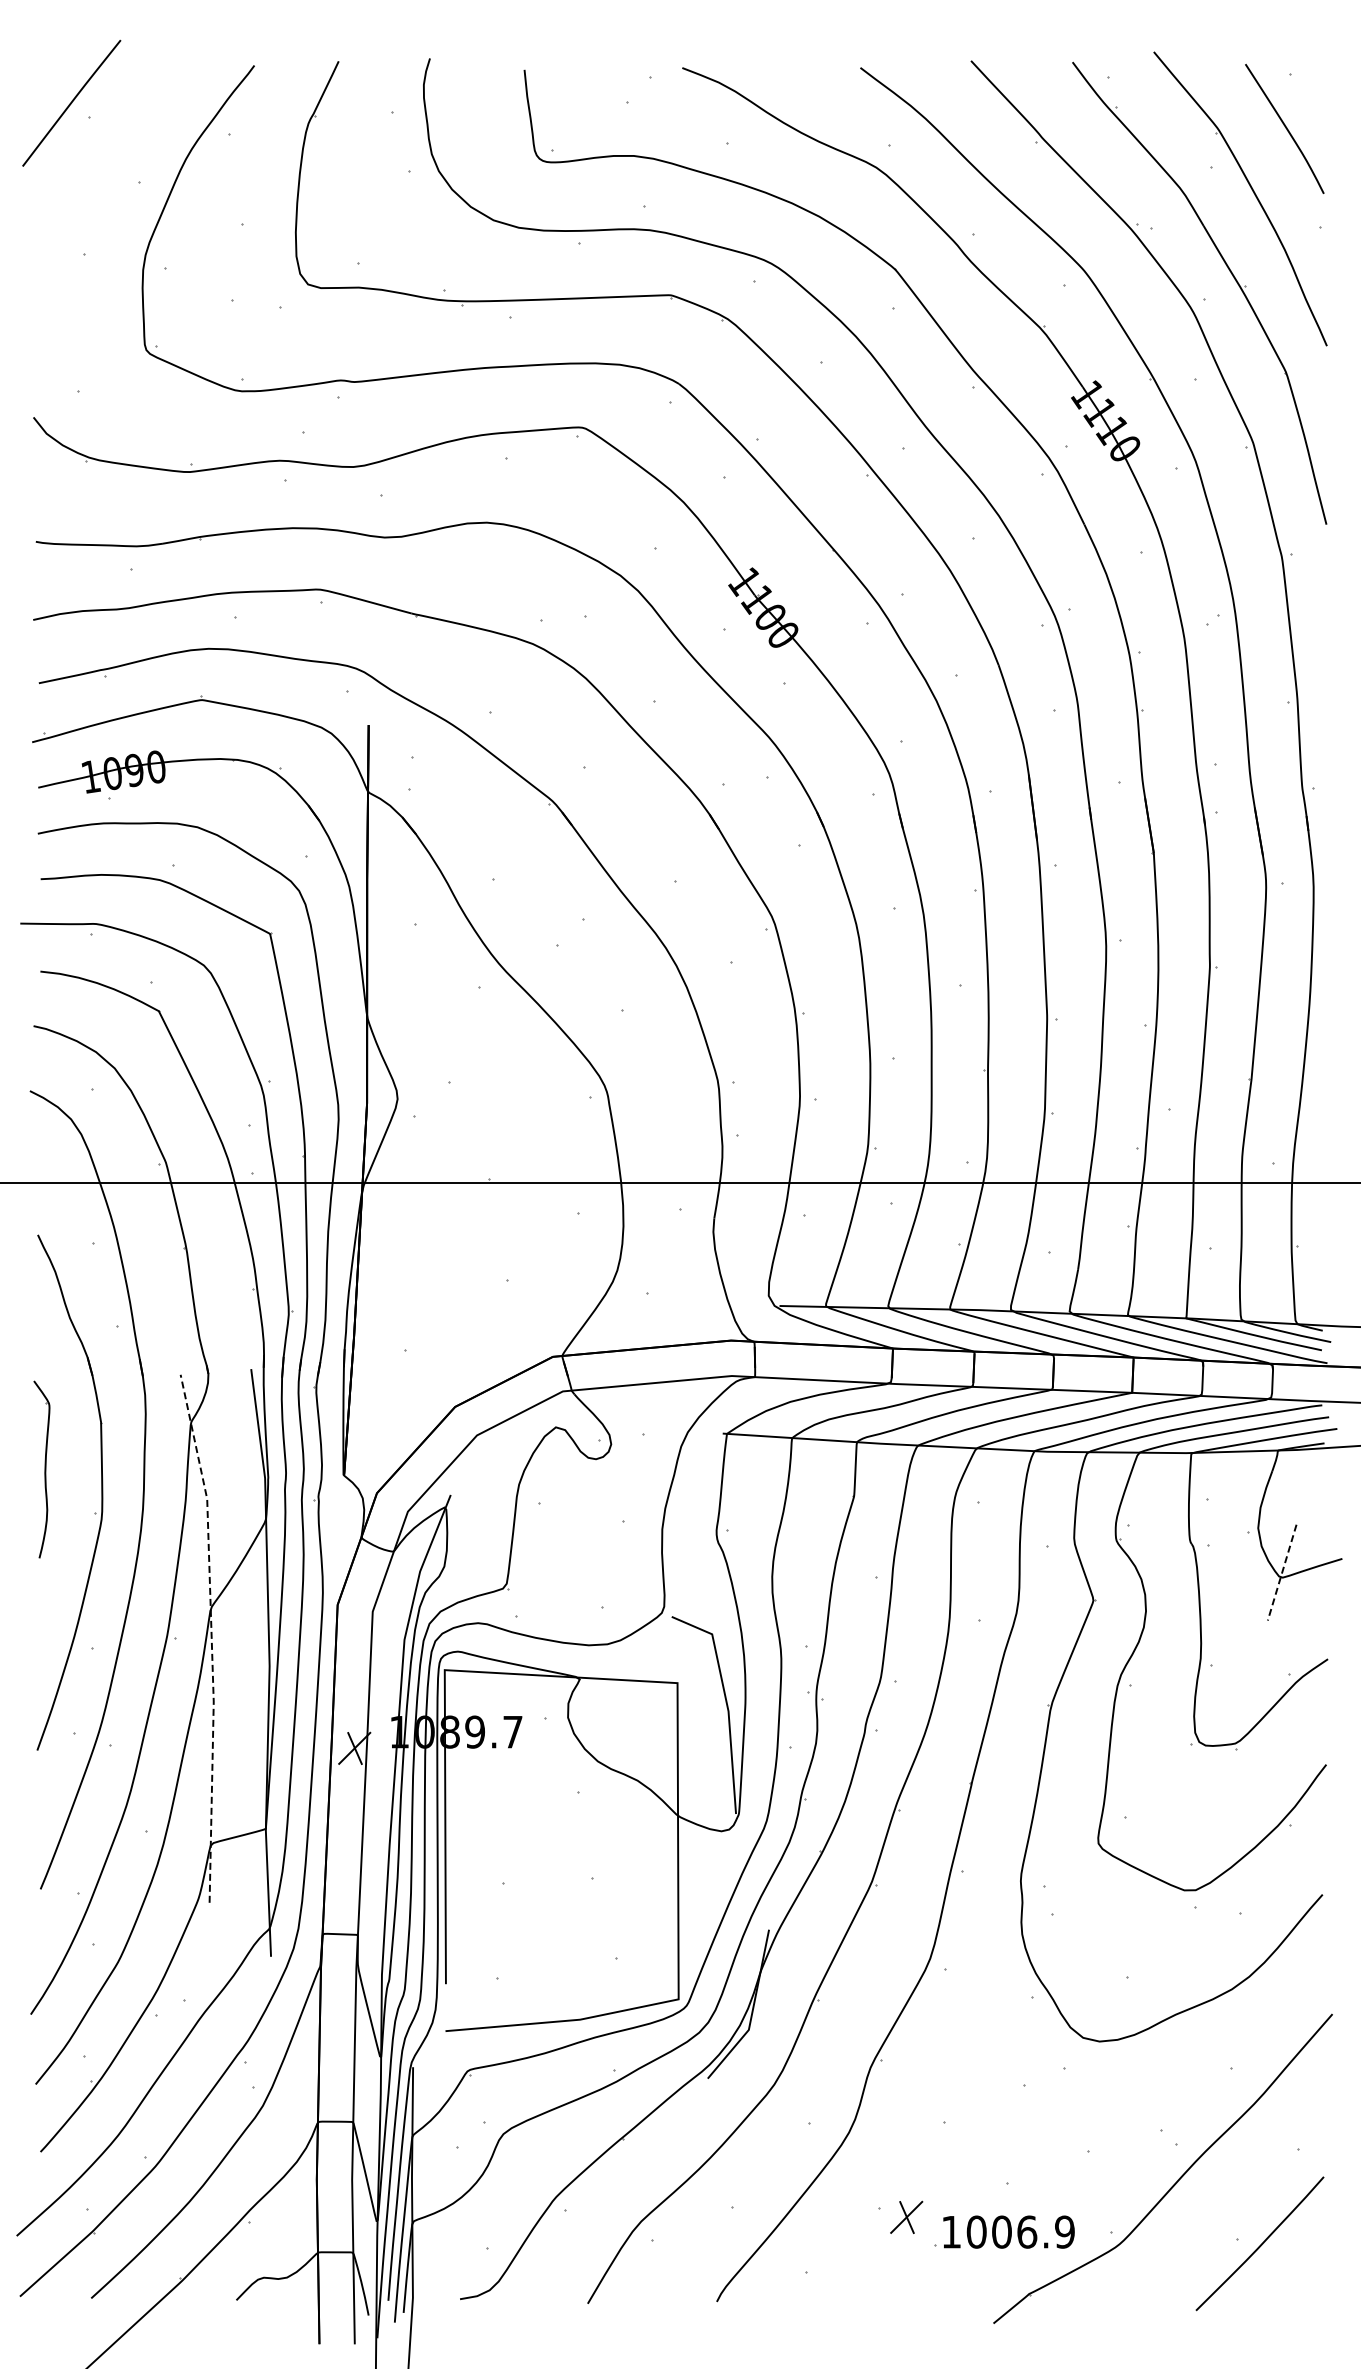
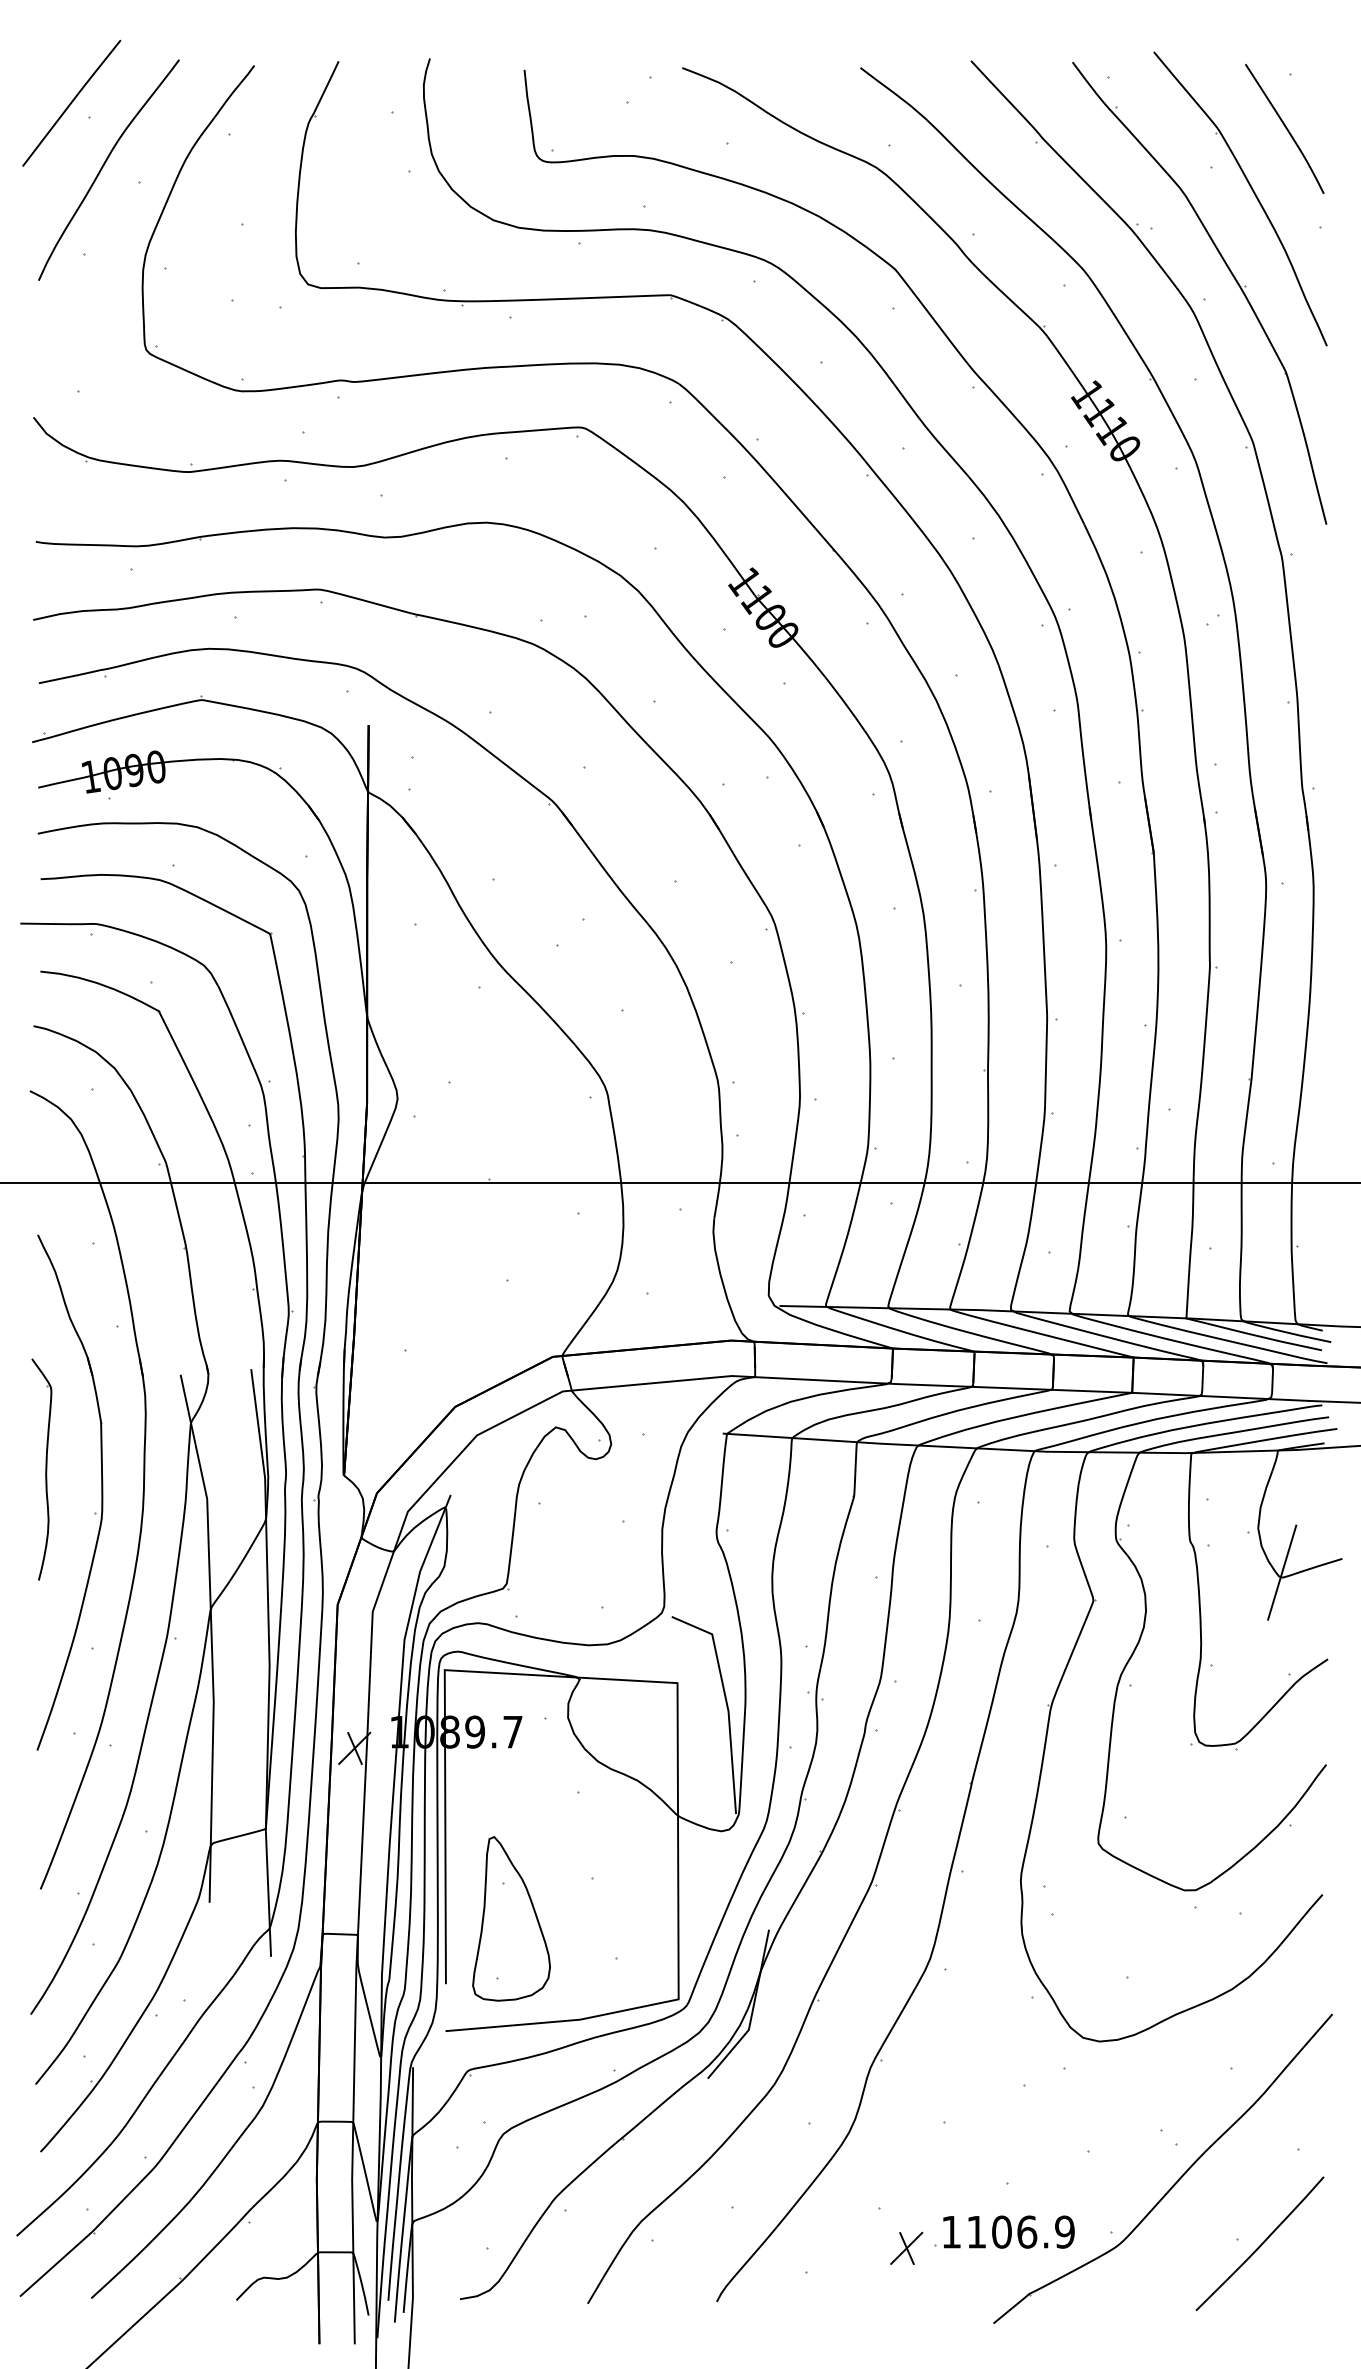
curve at (103, 167): none -> present
part at (41, 1469) size: 18x179 px -> 22x223 px
line at (1282, 1573): dashed -> solid
line at (211, 1637): dashed -> solid
part at (511, 1918): none -> present
part at (906, 2216) position: (906, 2216) -> (906, 2247)
text at (976, 2231): 1006.9 -> 1106.9
